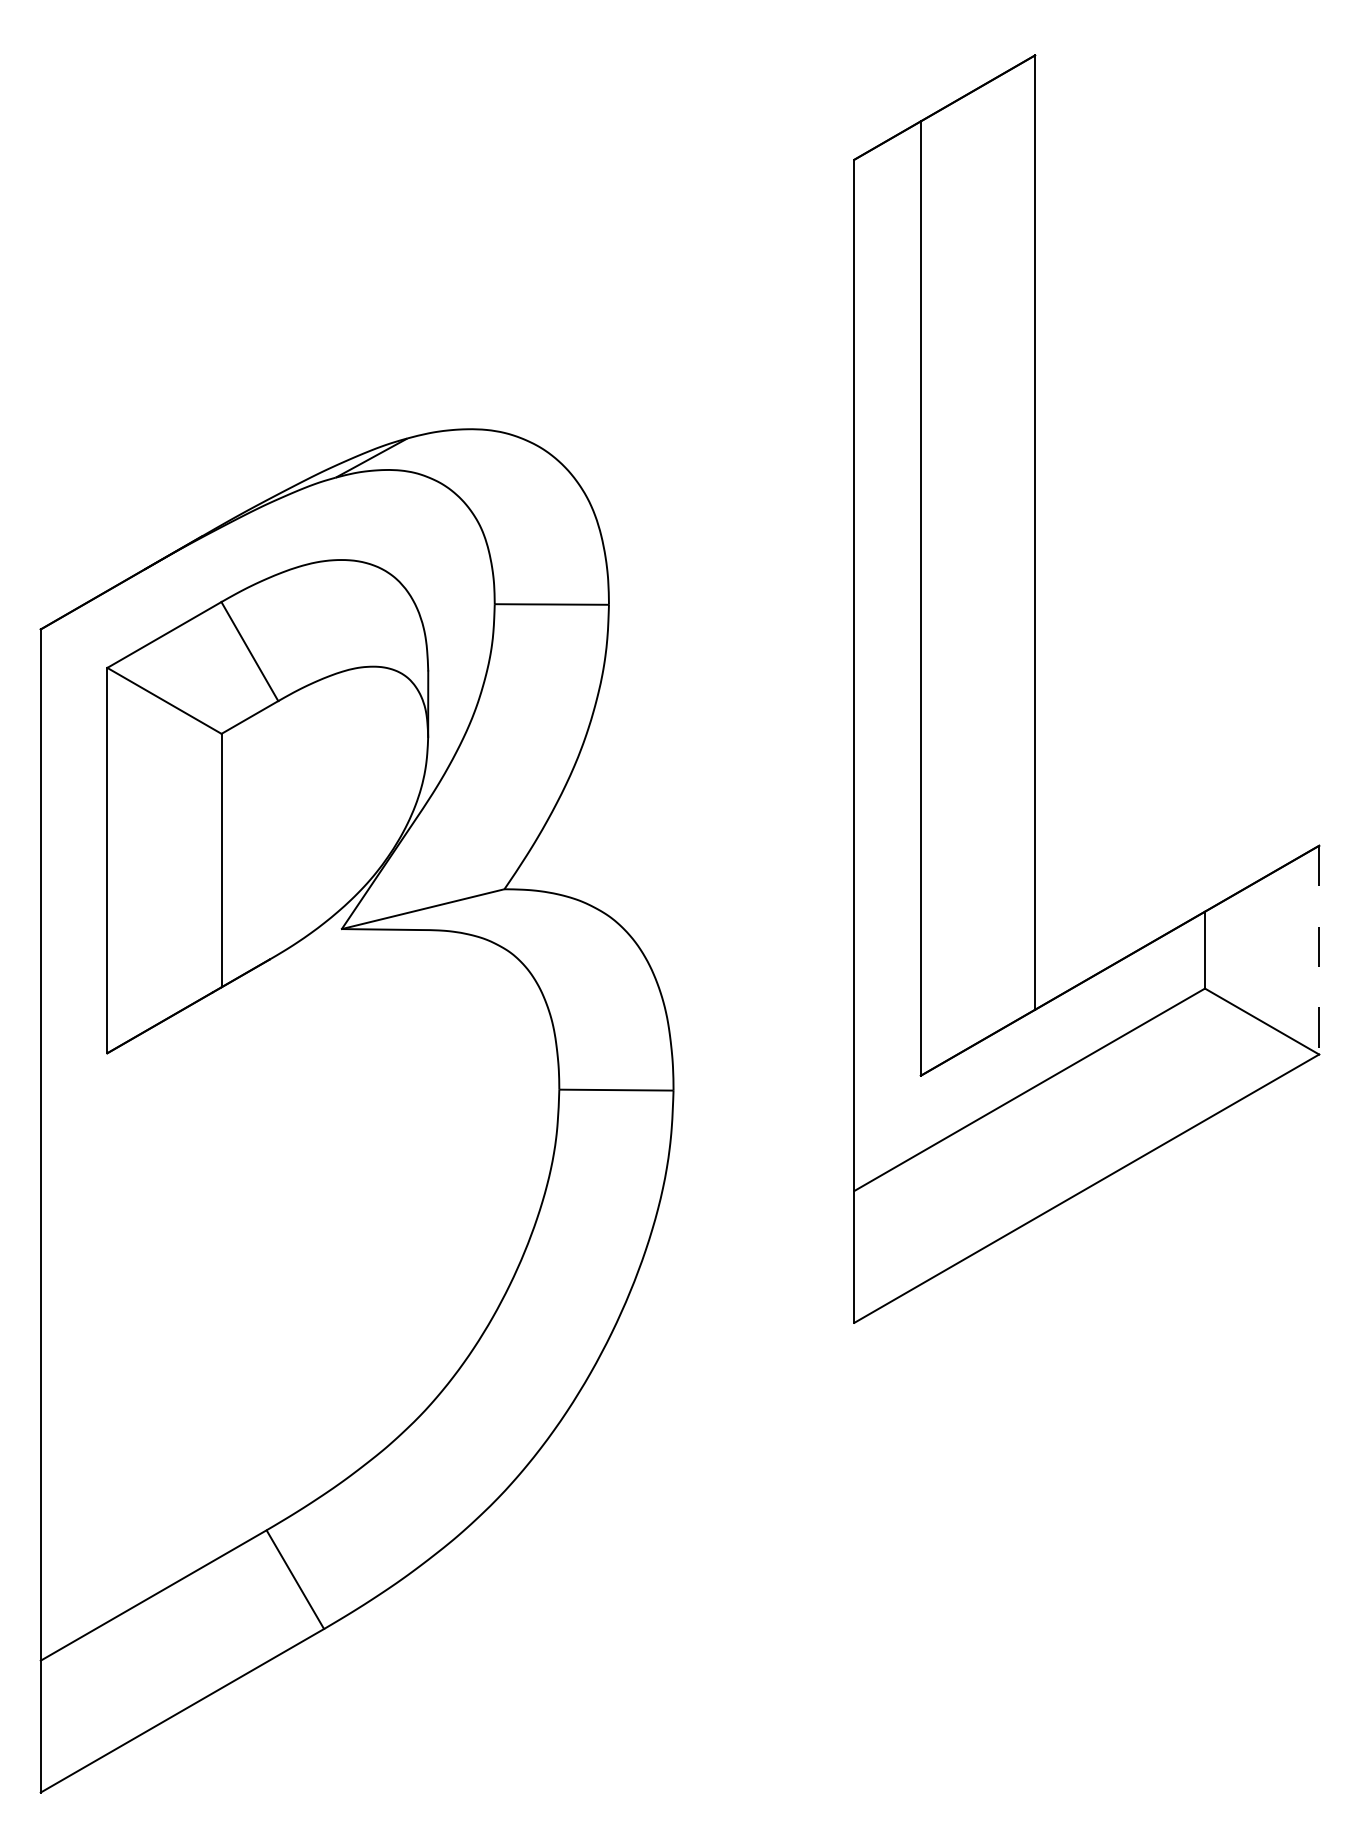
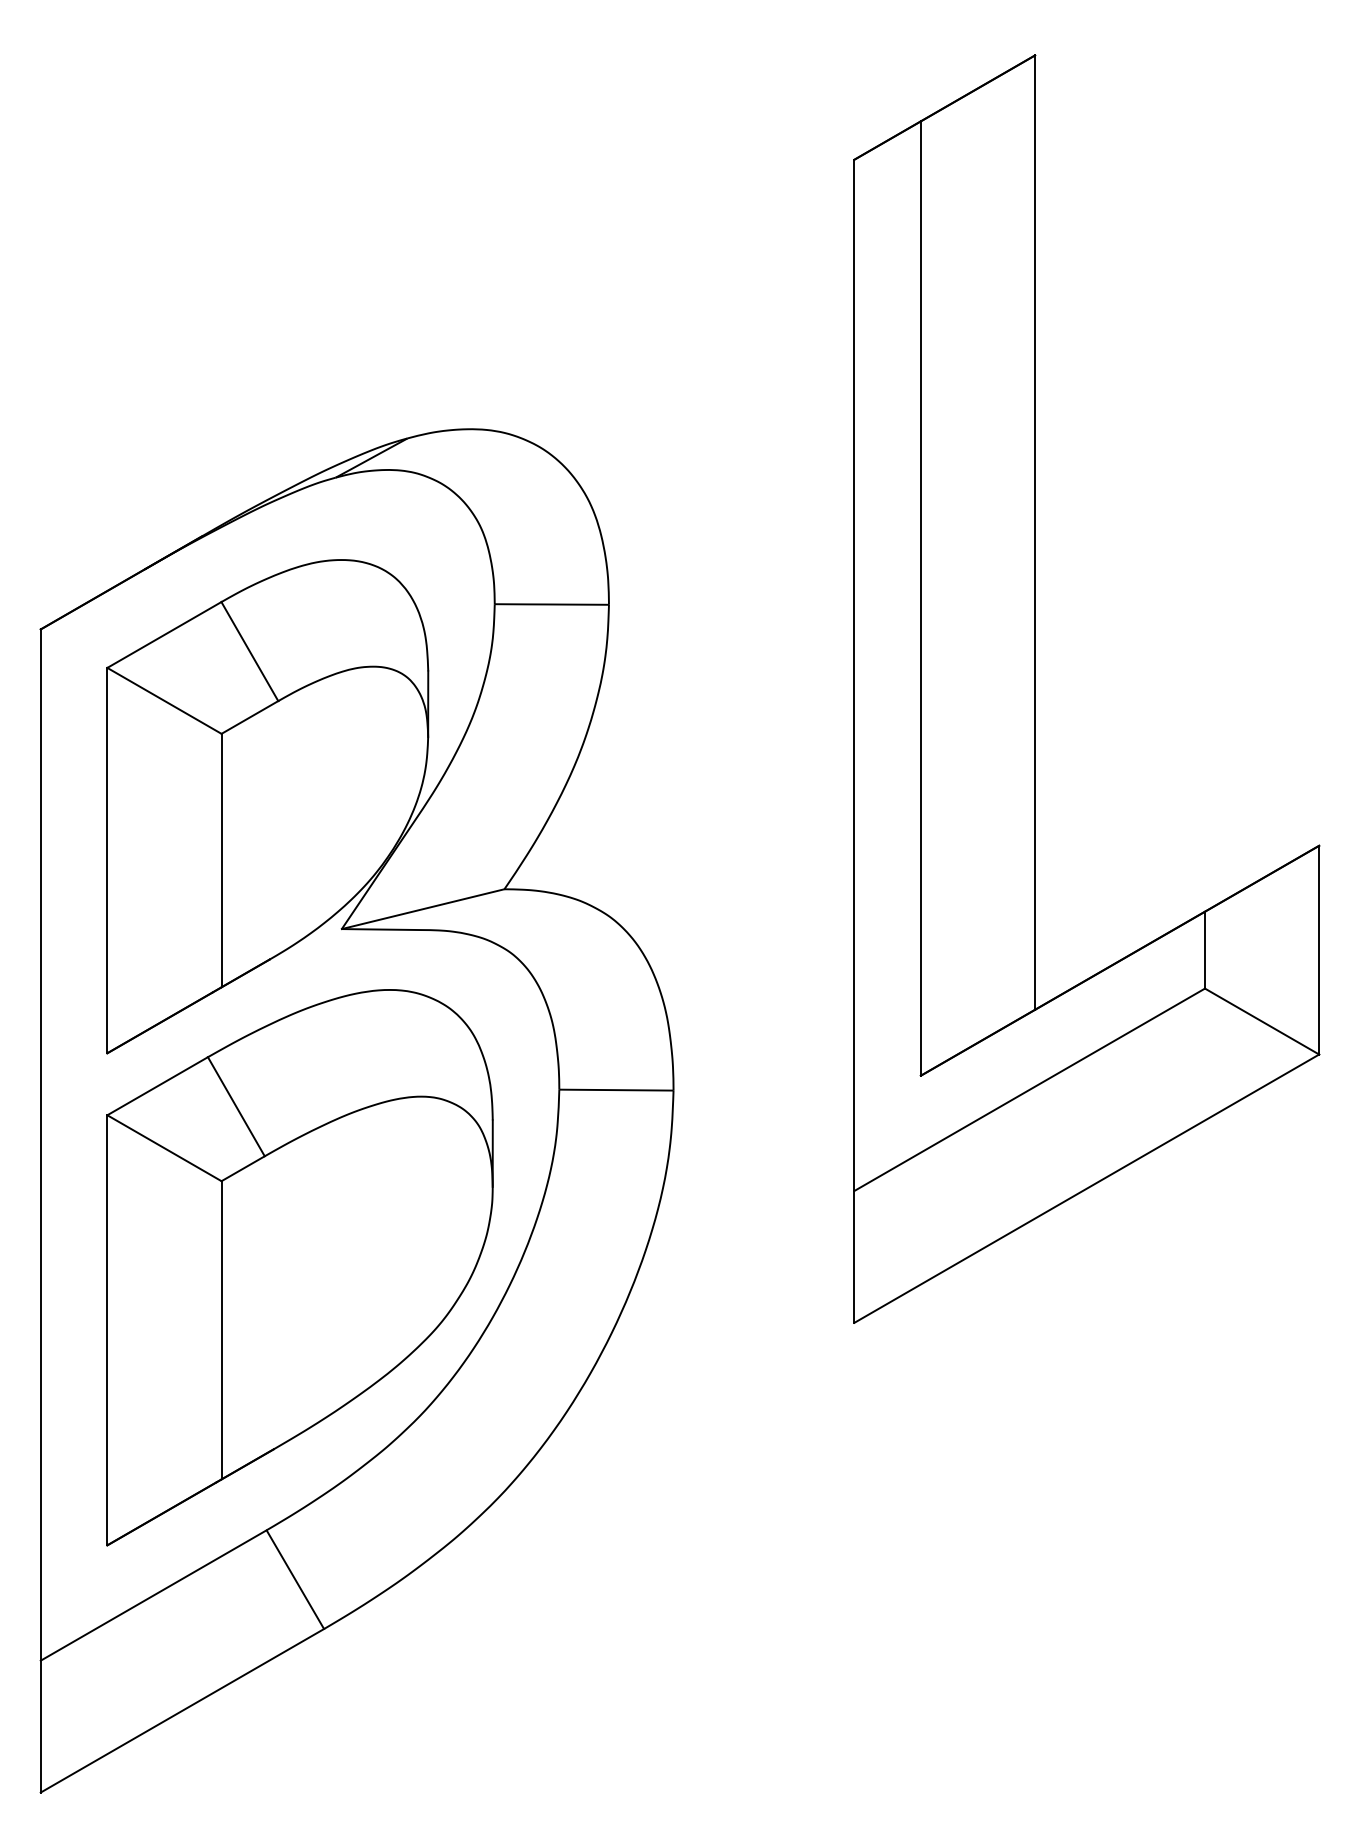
line at (1319, 950): dashed -> solid
part at (299, 1267): none -> present
